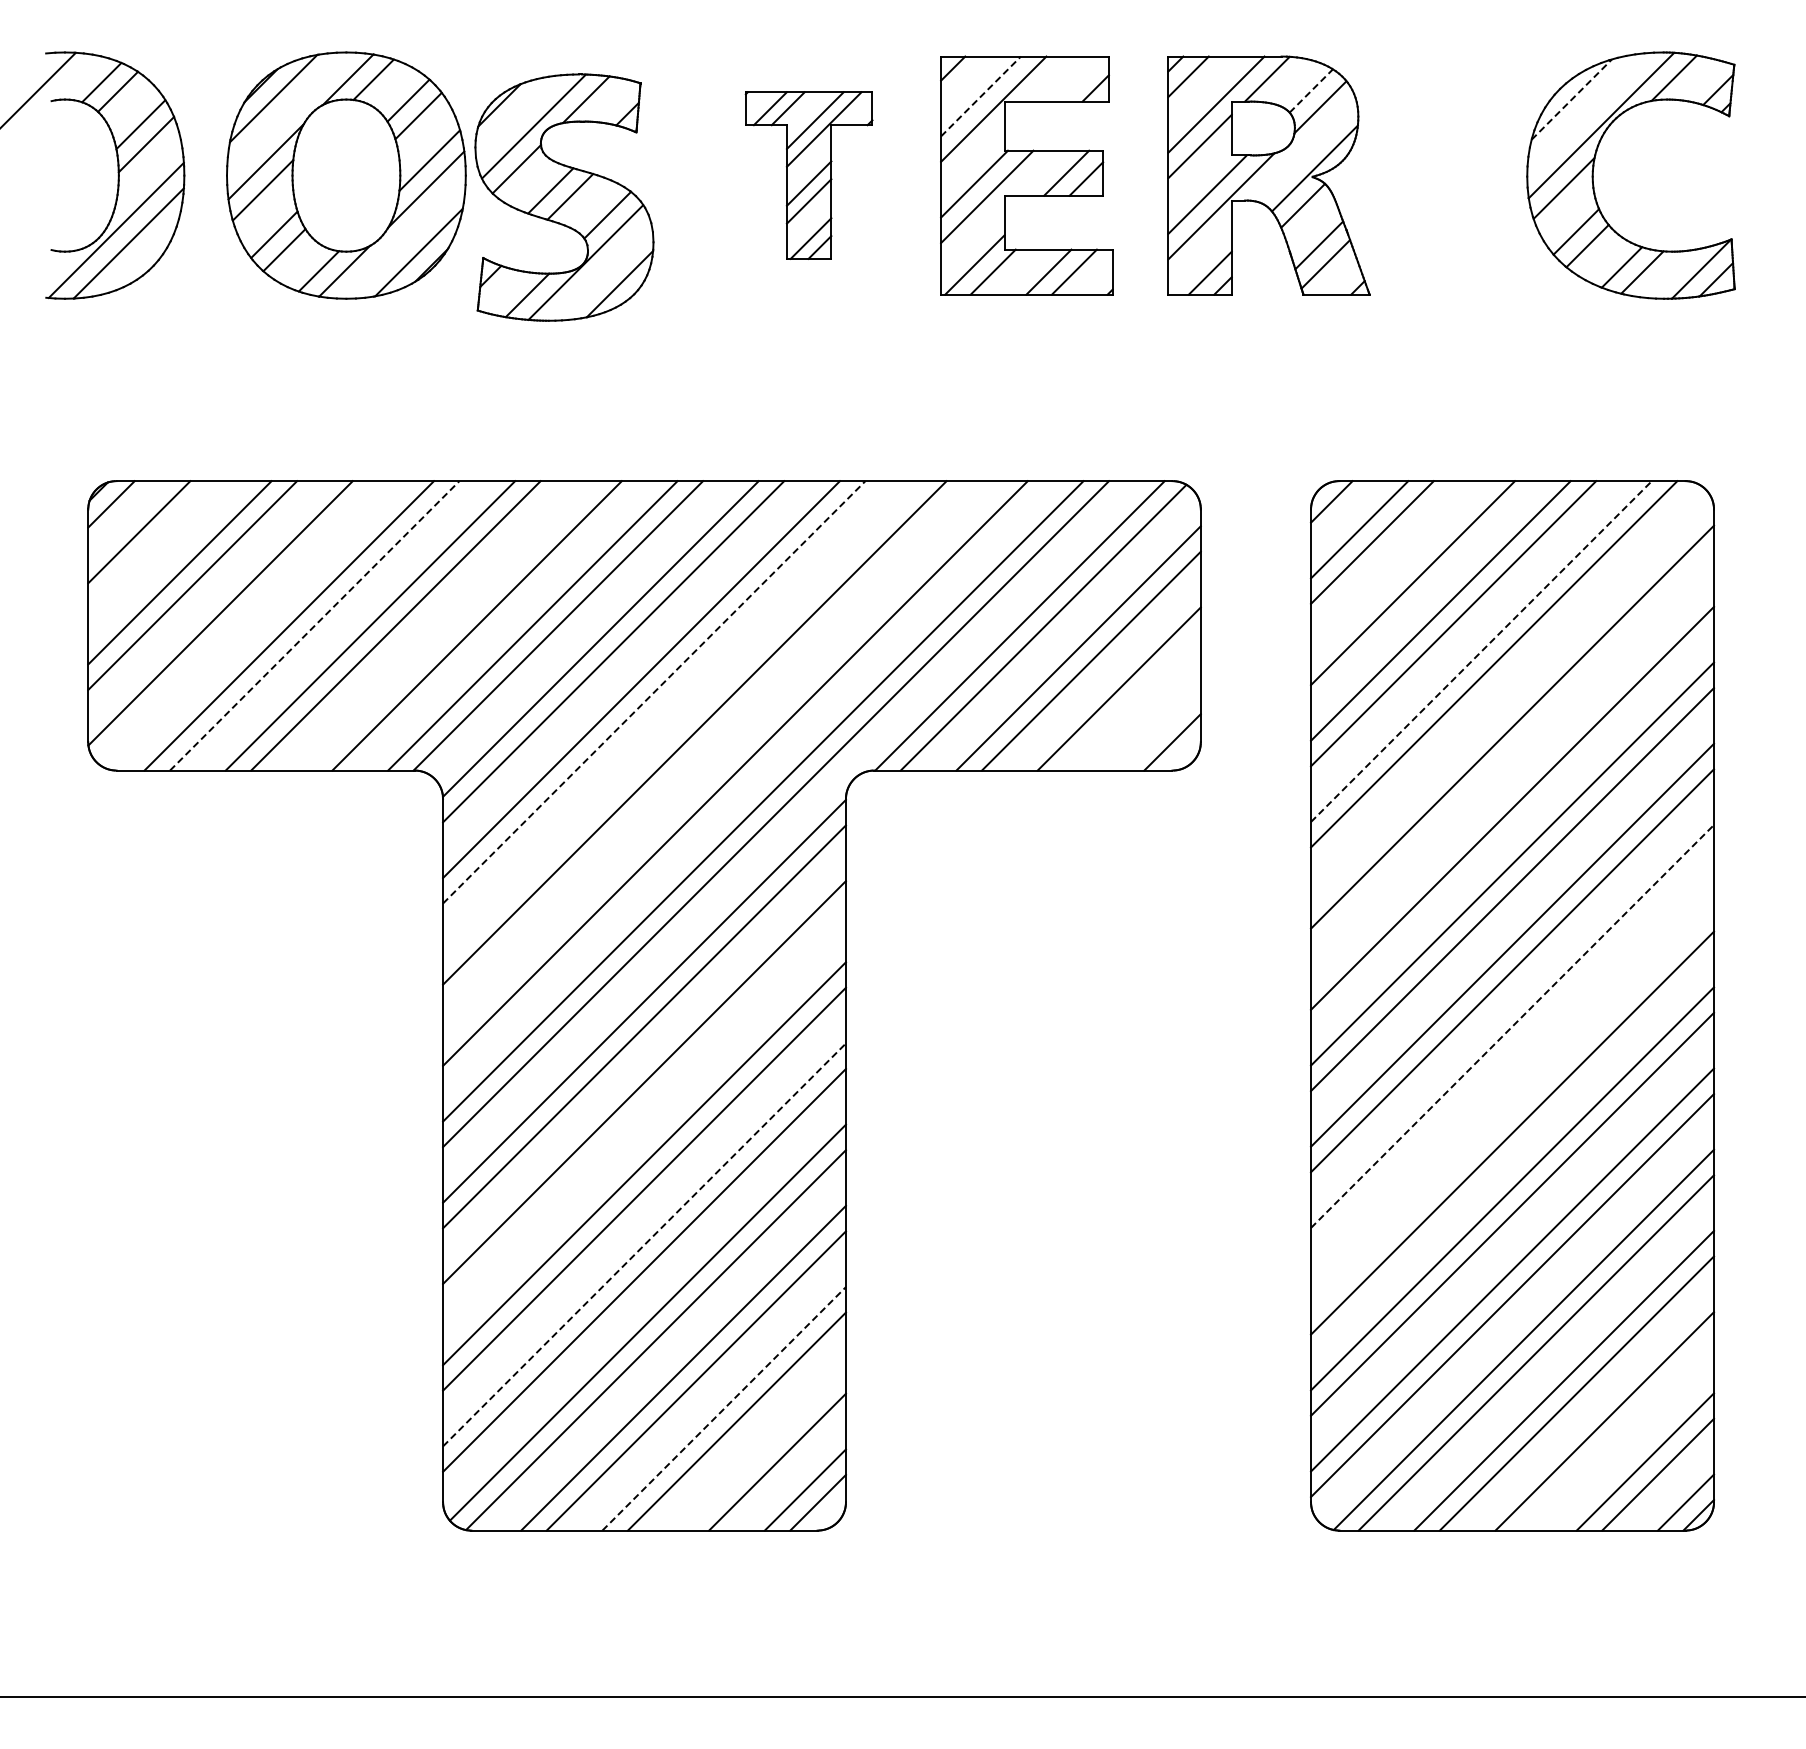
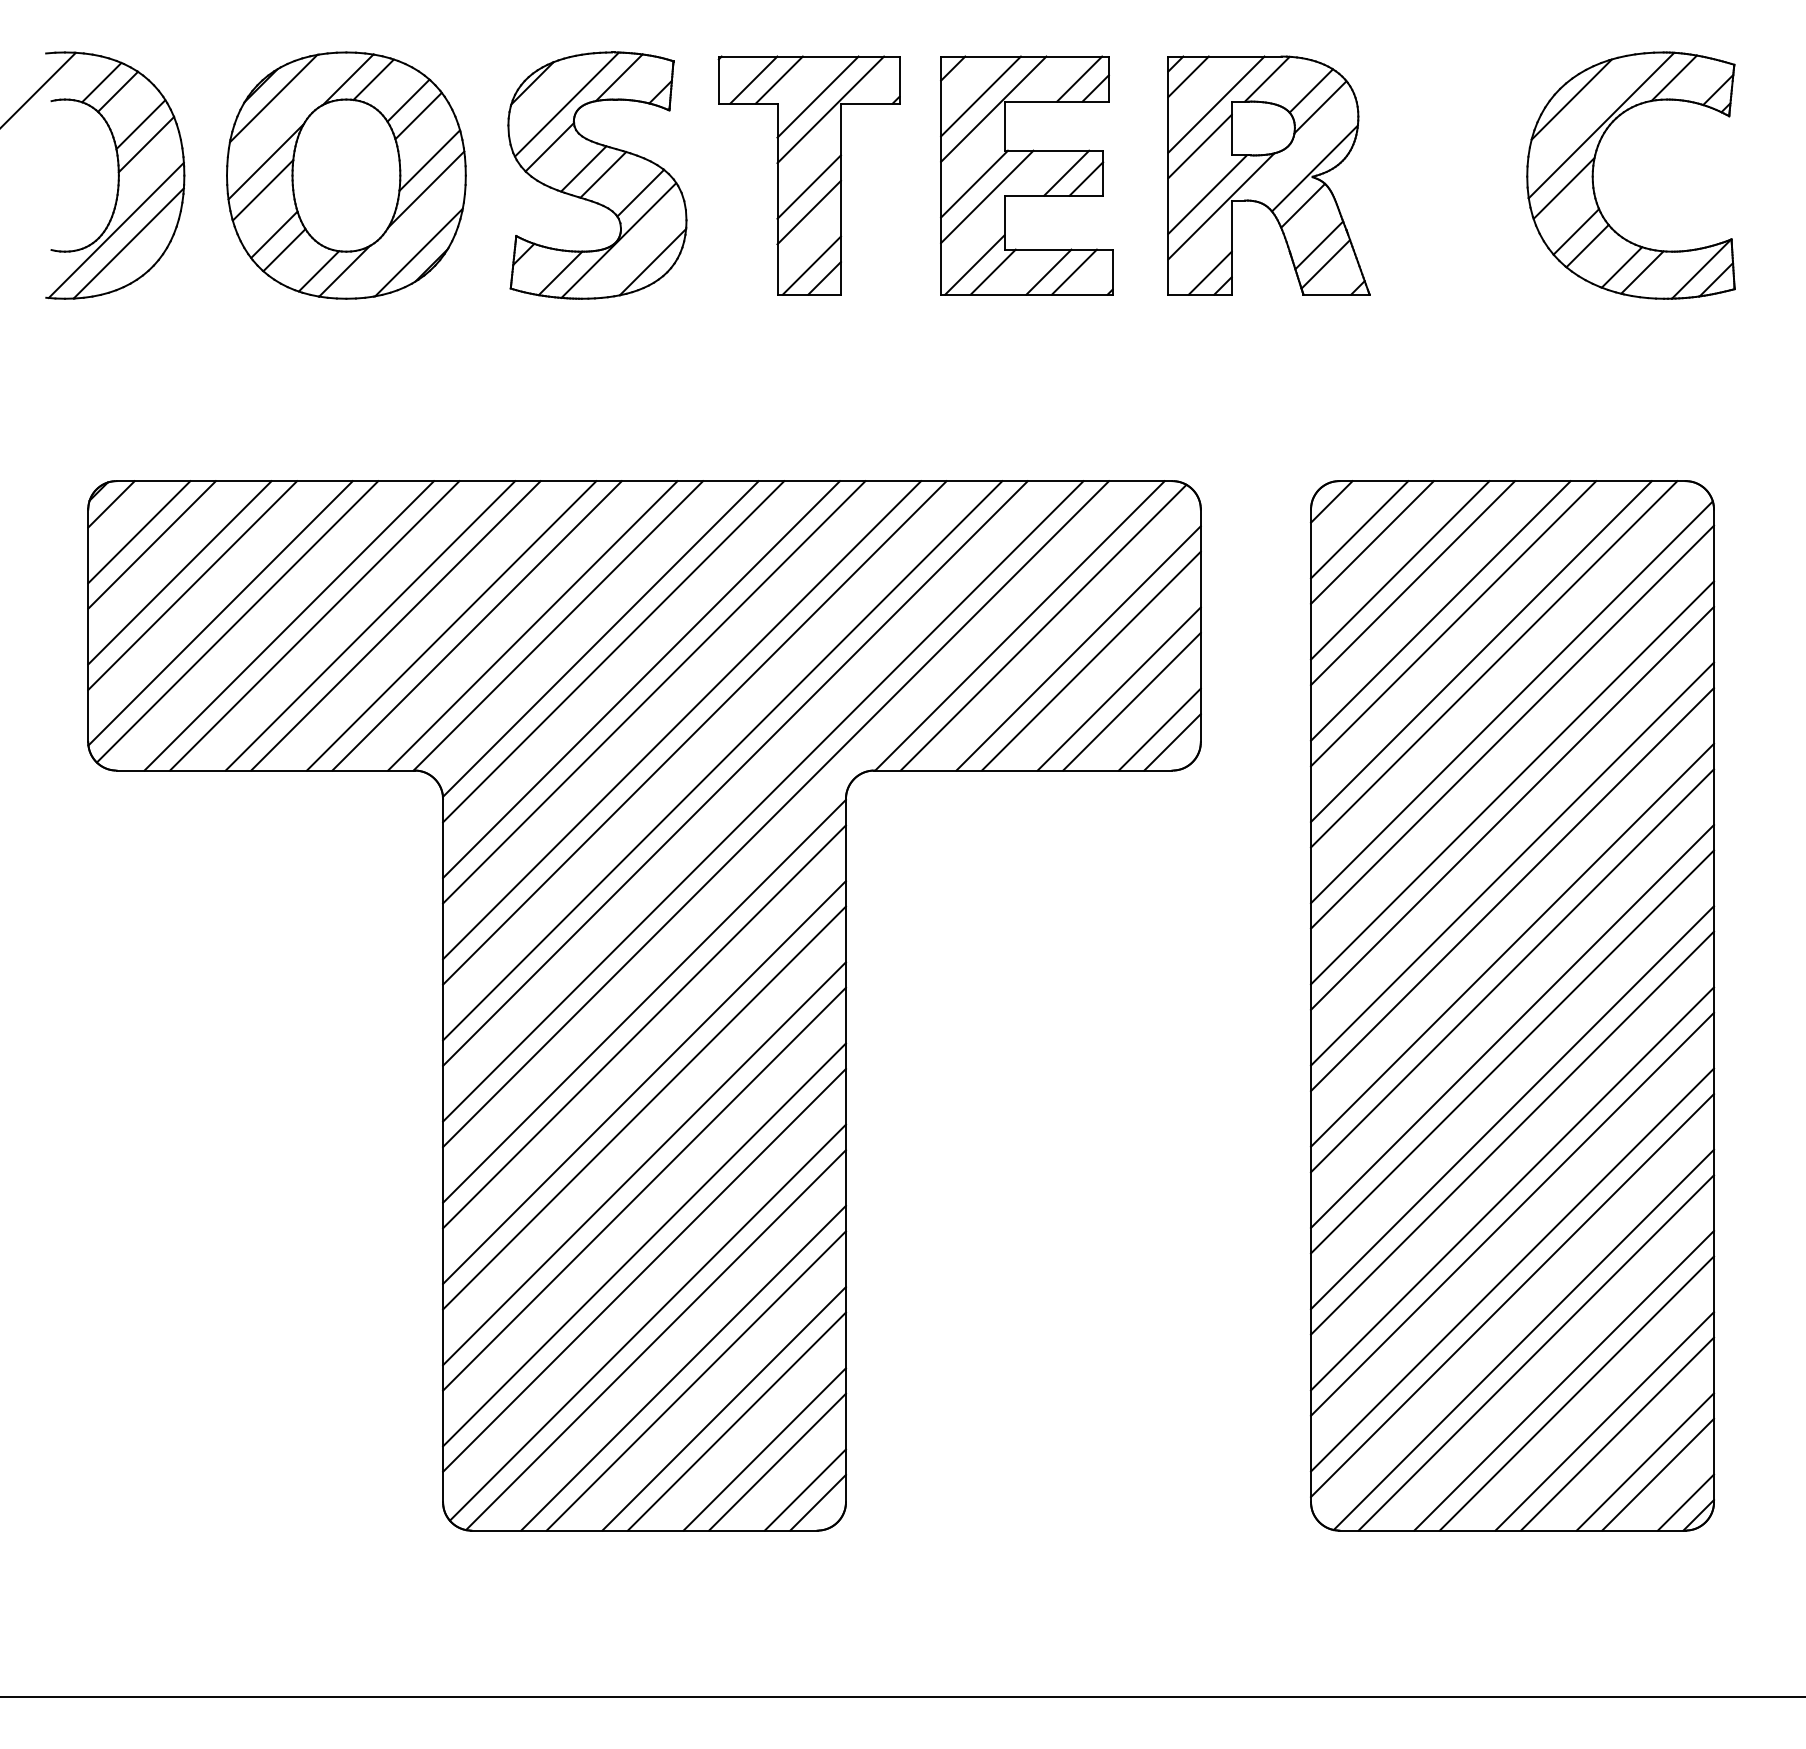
line at (1079, 78): none -> present
line at (1311, 90): dashed -> solid
line at (981, 96): dashed -> solid
line at (1571, 99): dashed -> solid
part at (808, 175) size: 130x169 px -> 184x241 px
part at (564, 197) position: (564, 197) -> (597, 175)
line at (151, 544): none -> present
line at (1400, 570): none -> present
line at (237, 621): none -> present
line at (314, 625): dashed -> solid
line at (451, 625): none -> present
line at (1481, 651): dashed -> solid
line at (654, 692): dashed -> solid
line at (1131, 701): none -> present
line at (1511, 702): none -> present
line at (682, 720): none -> present
line at (1159, 729): none -> present
line at (722, 760): none -> present
line at (1512, 782): none -> present
line at (1512, 1026): dashed -> solid
line at (1512, 1051): none -> present
line at (644, 1107): none -> present
line at (1512, 1107): none -> present
line at (644, 1244): dashed -> solid
line at (724, 1408): dashed -> solid
line at (1617, 1433): none -> present
line at (764, 1449): none -> present
